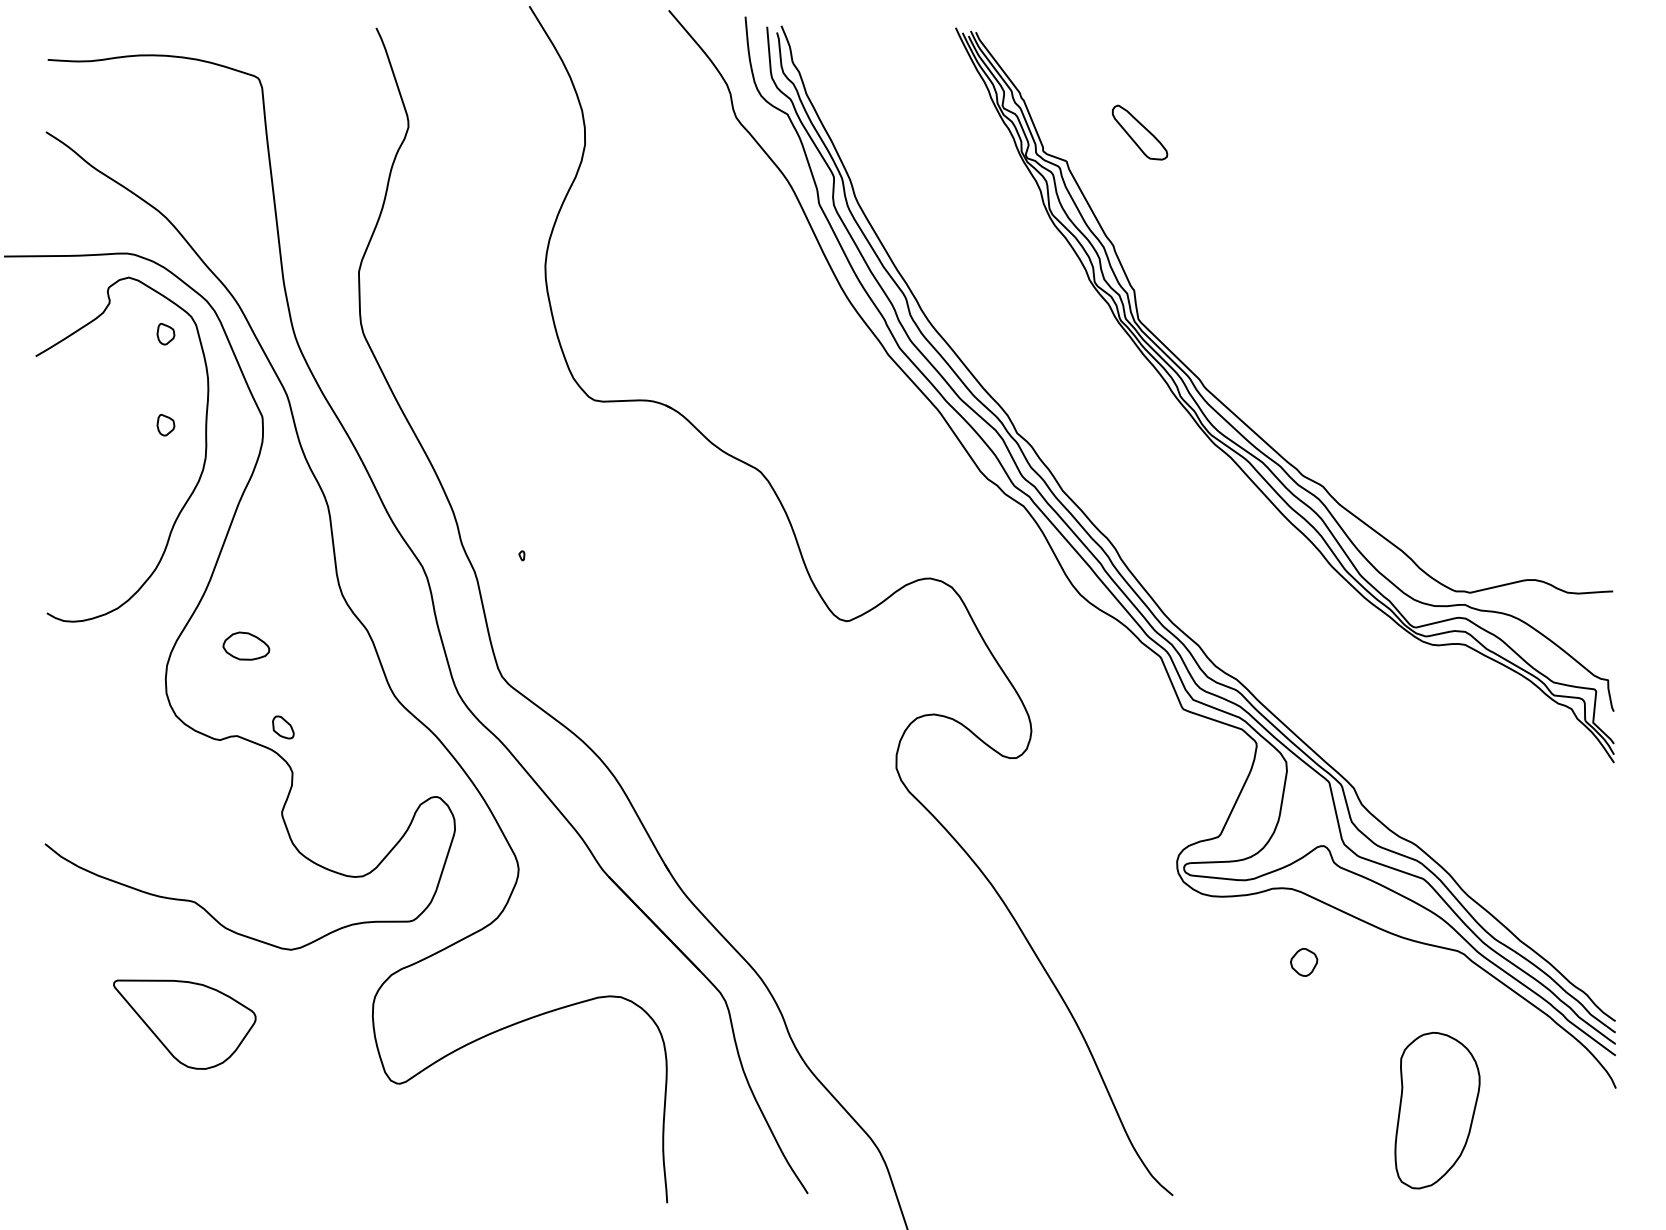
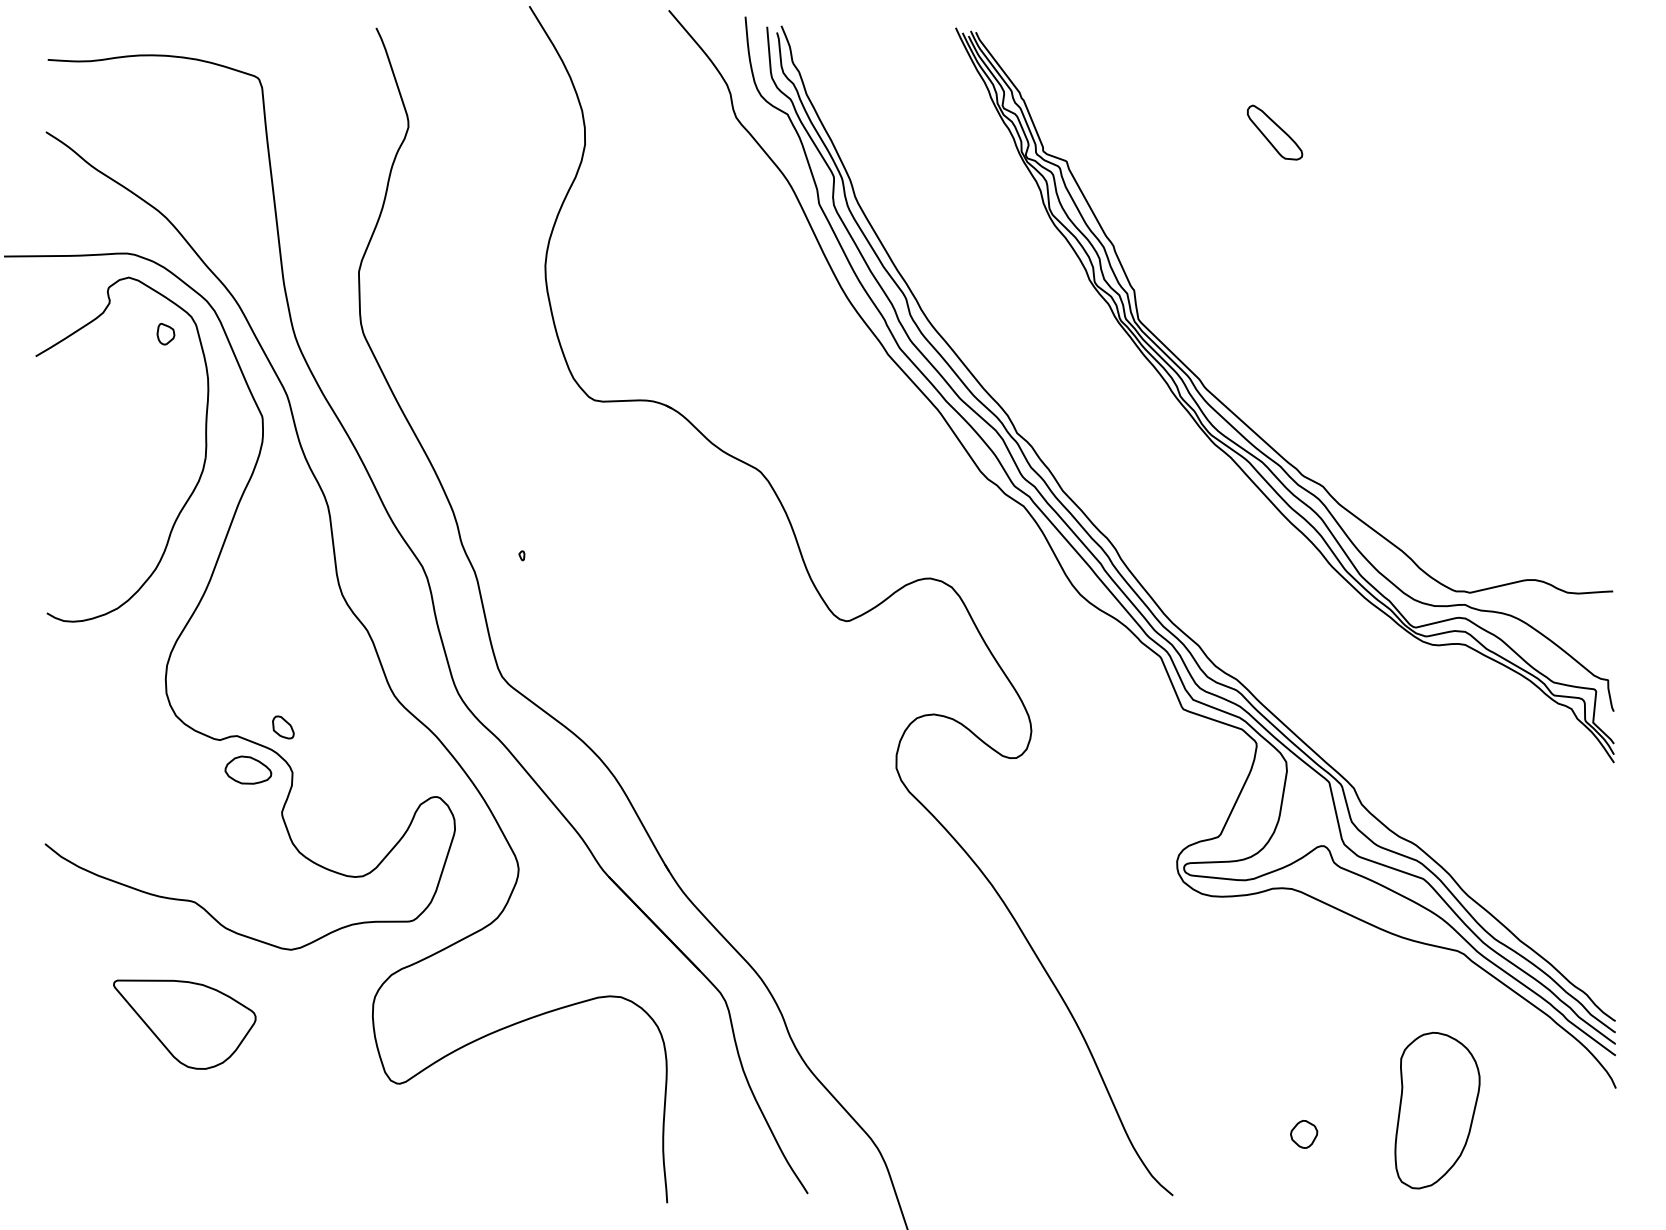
part at (1140, 132) position: (1140, 132) -> (1275, 132)
part at (165, 424): present -> none
part at (246, 645) position: (246, 645) -> (248, 769)
part at (1304, 962) position: (1304, 962) -> (1304, 1134)
